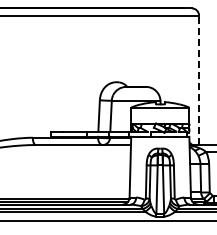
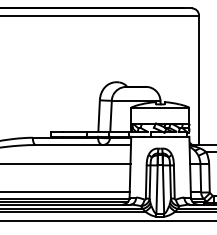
line at (199, 80): dashed -> solid
line at (66, 163): none -> present
line at (65, 192): none -> present
